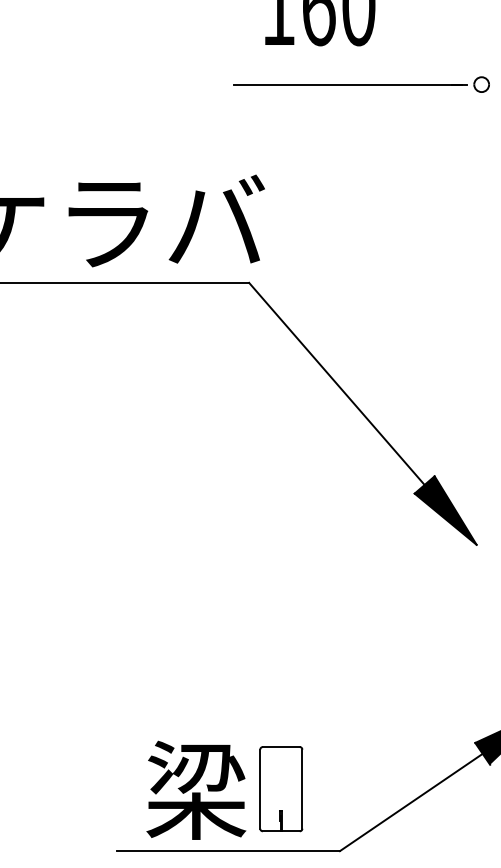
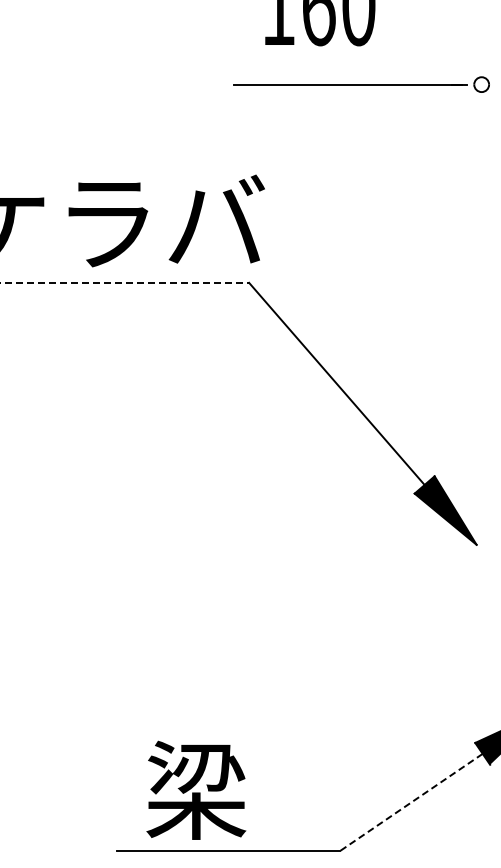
line at (125, 282): solid -> dashed
part at (281, 789): present -> none
line at (410, 802): solid -> dashed
